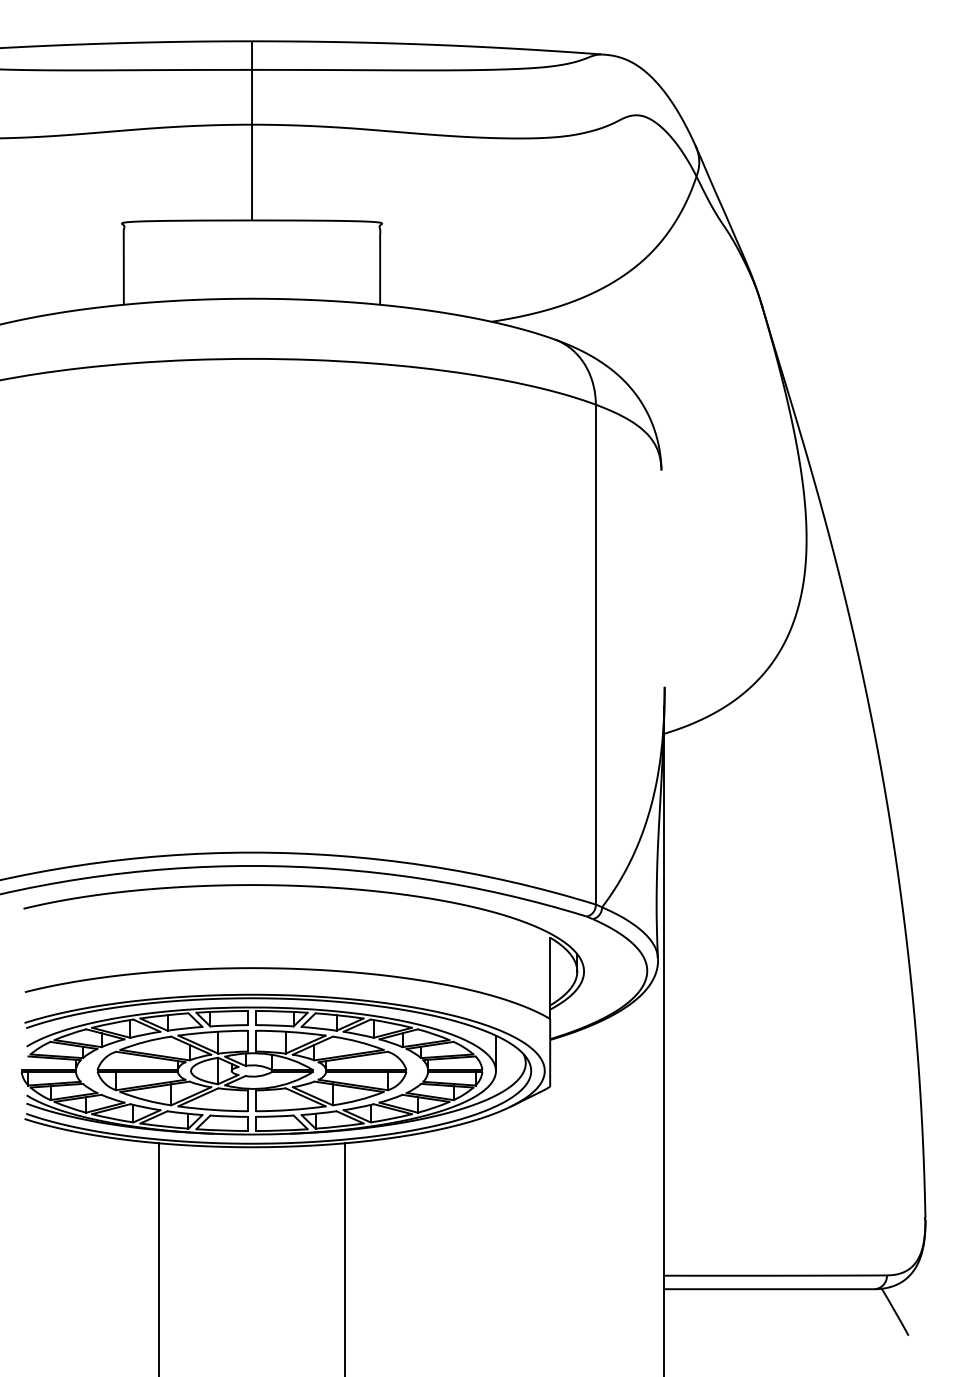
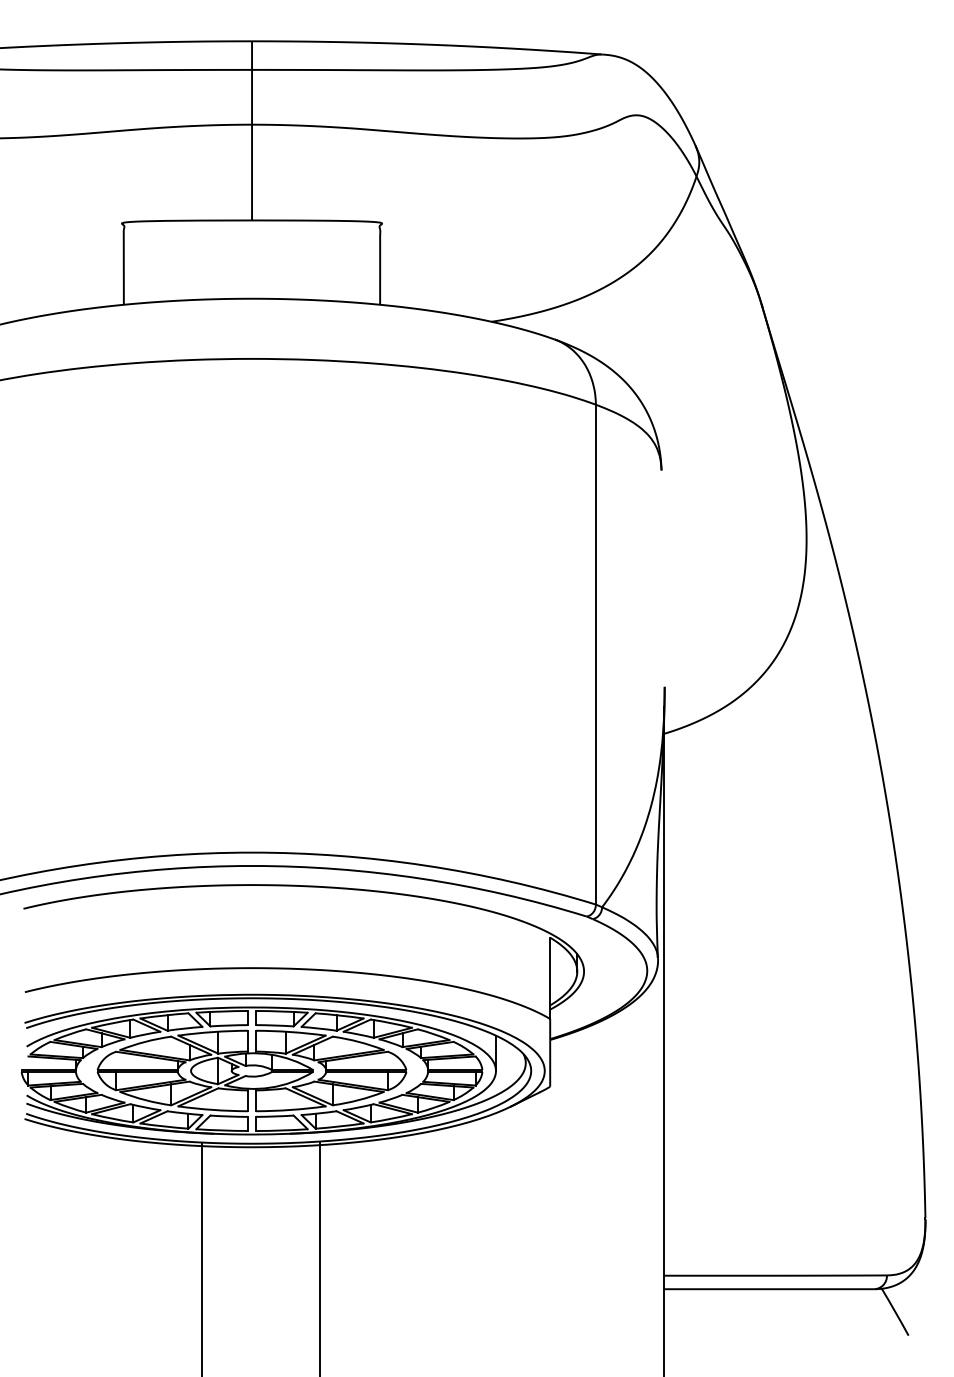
line at (159, 1258) position: (159, 1258) -> (202, 1258)
line at (344, 1258) position: (344, 1258) -> (319, 1258)
